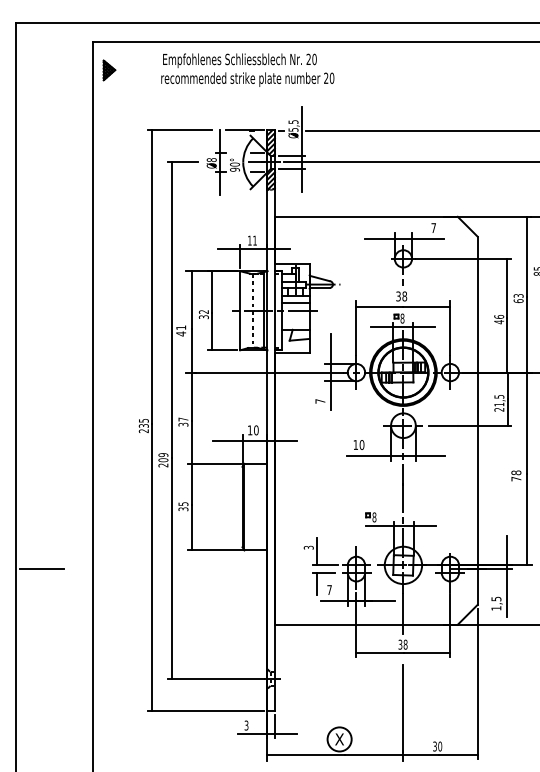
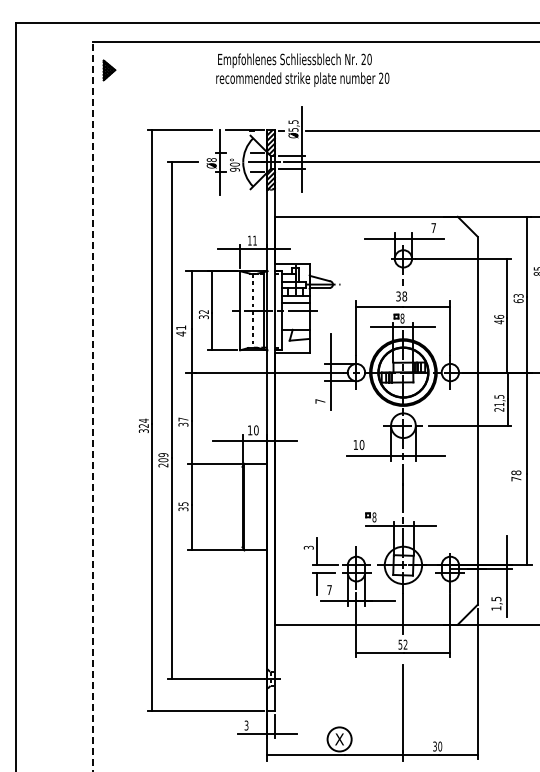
text at (247, 69) position: (247, 69) -> (302, 69)
line at (92, 406): solid -> dashed
text at (143, 425): 235 -> 324
line at (41, 568): present -> none
text at (402, 644): 38 -> 52
